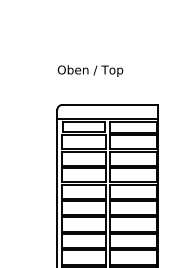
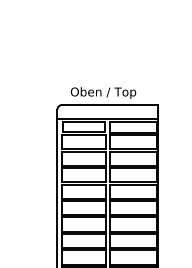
text at (90, 70) position: (90, 70) -> (103, 92)
